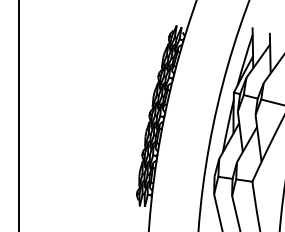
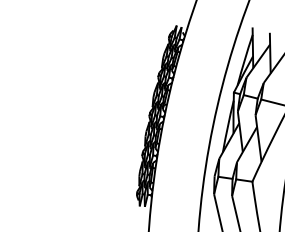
line at (19, 115): present -> none
